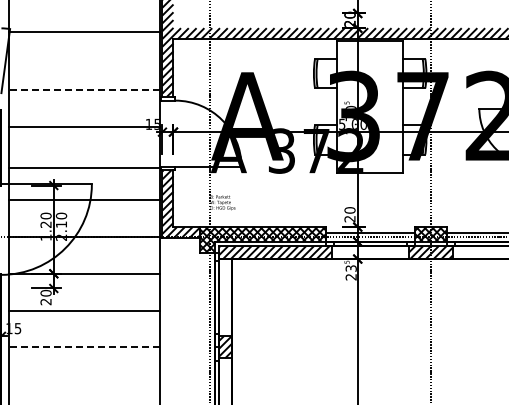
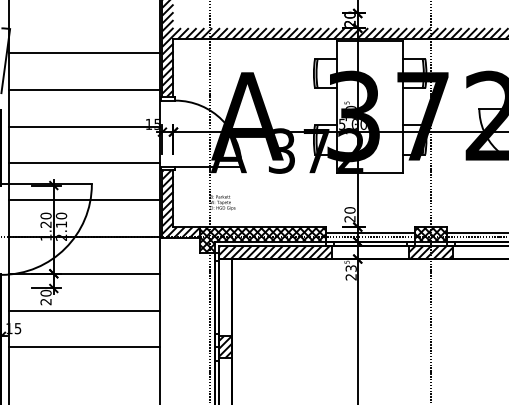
line at (84, 32) position: (84, 32) -> (84, 53)
line at (84, 89): dashed -> solid
line at (84, 168) position: (84, 168) -> (84, 163)
line at (84, 347): dashed -> solid
